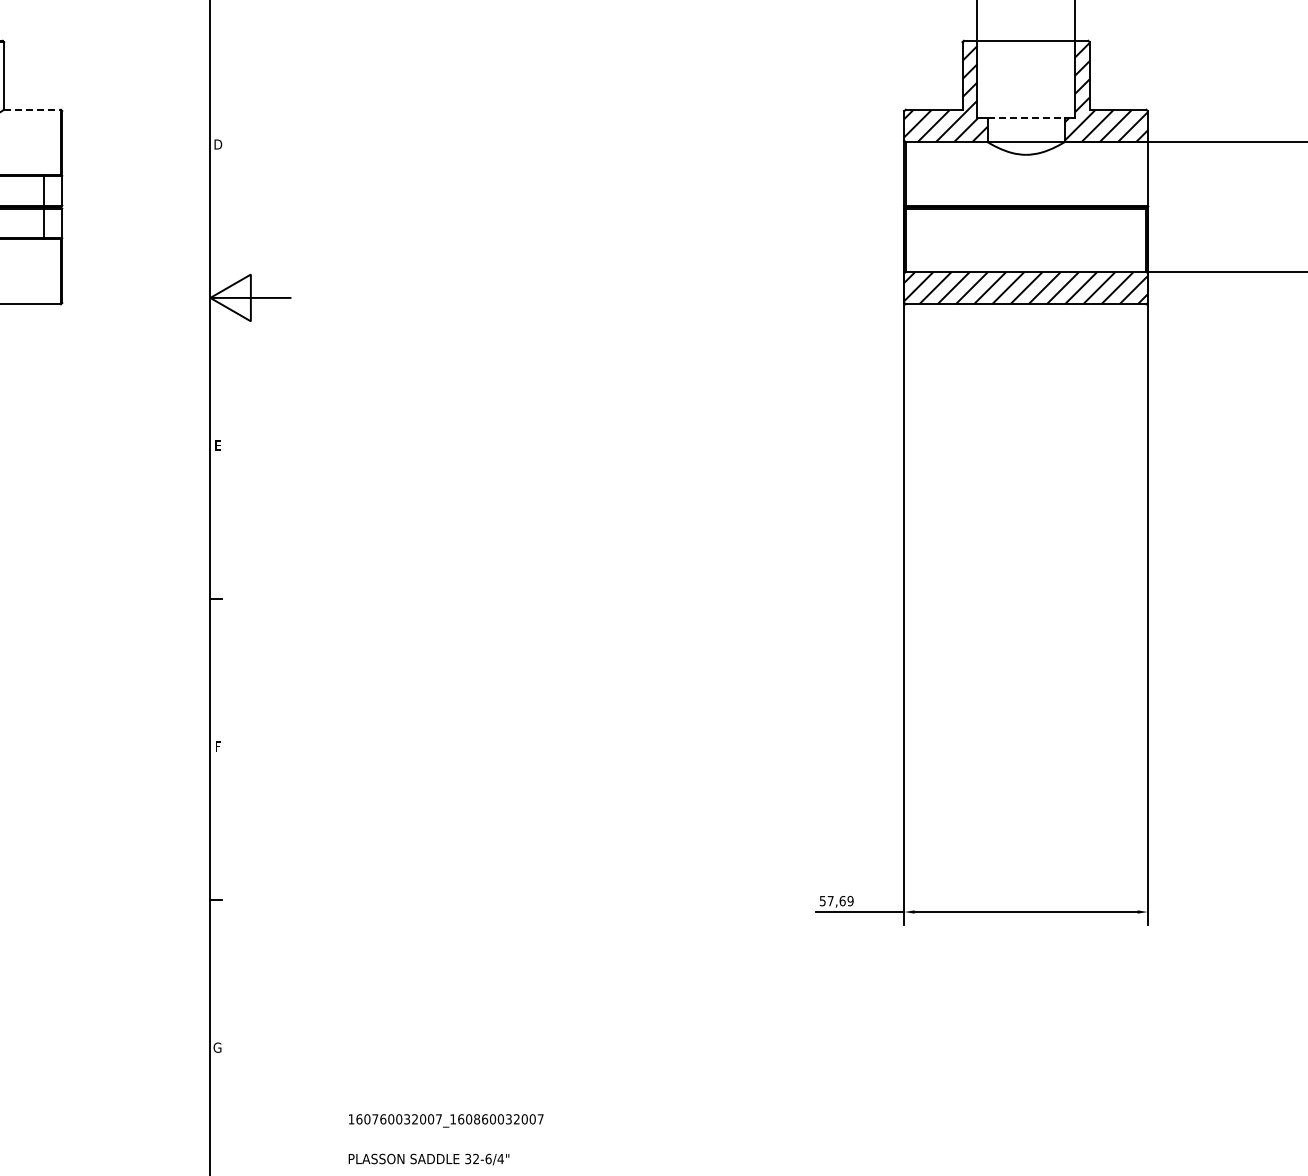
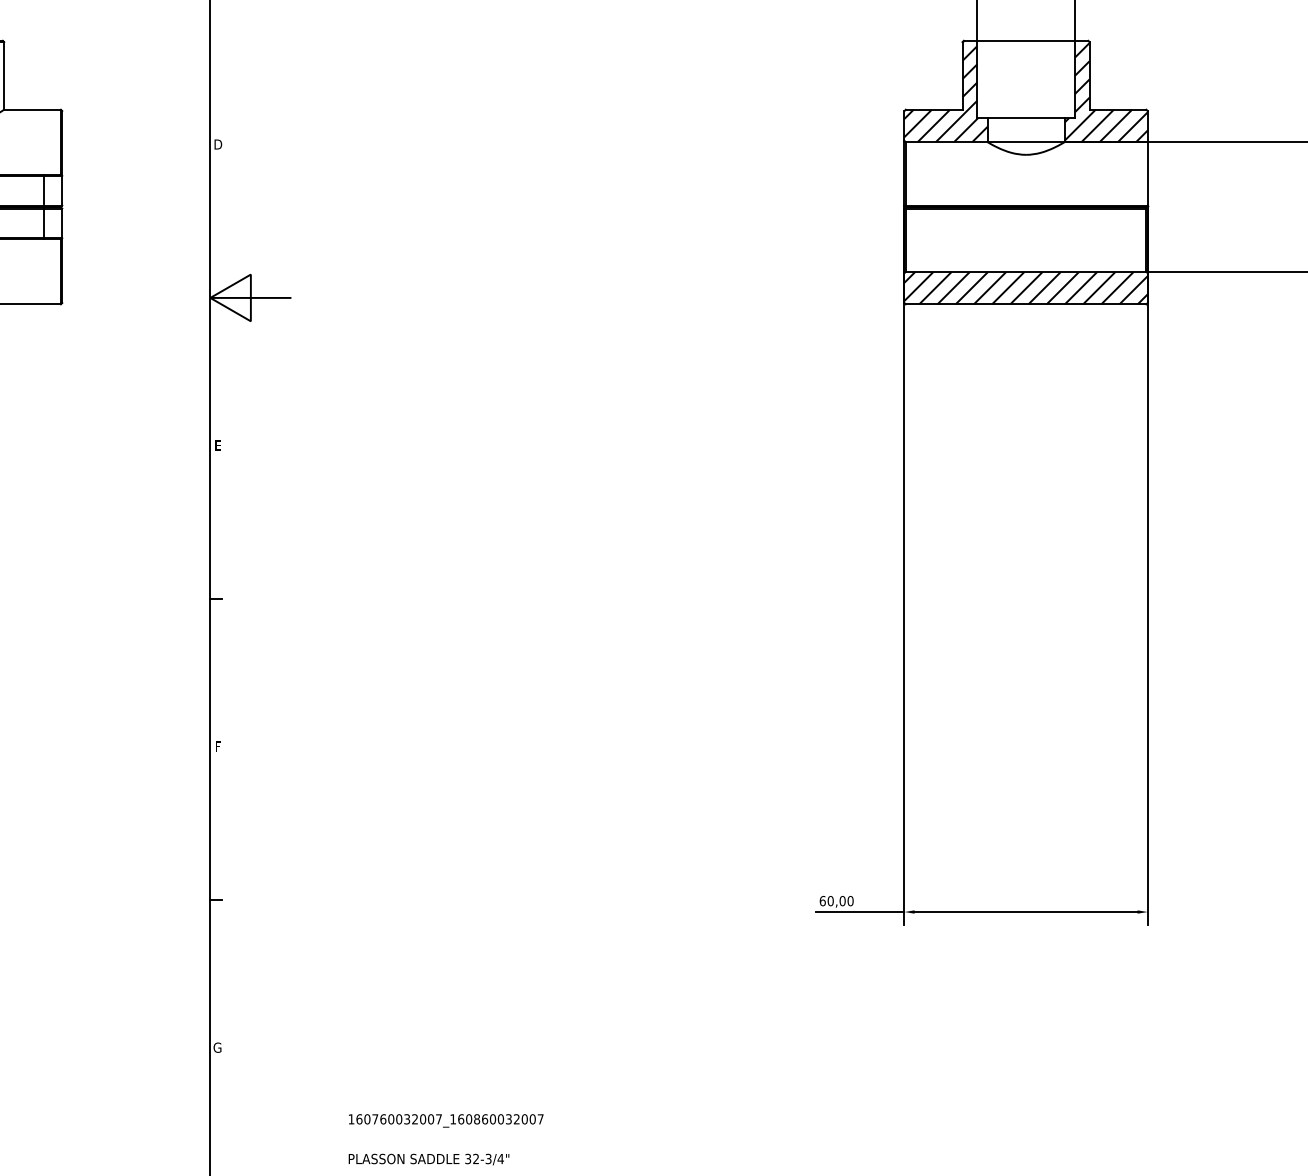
line at (33, 109): dashed -> solid
line at (1026, 117): dashed -> solid
text at (836, 900): 57,69 -> 60,00
text at (488, 1158): 32-6/4" -> 32-3/4"
